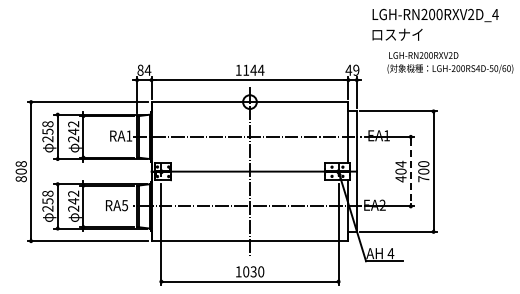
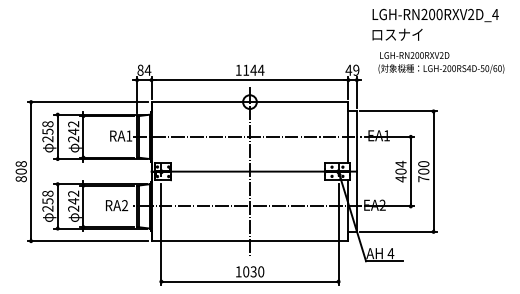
text at (450, 62) position: (450, 62) -> (441, 62)
line at (410, 171): dashed -> solid
text at (125, 205): RA5 -> RA2
